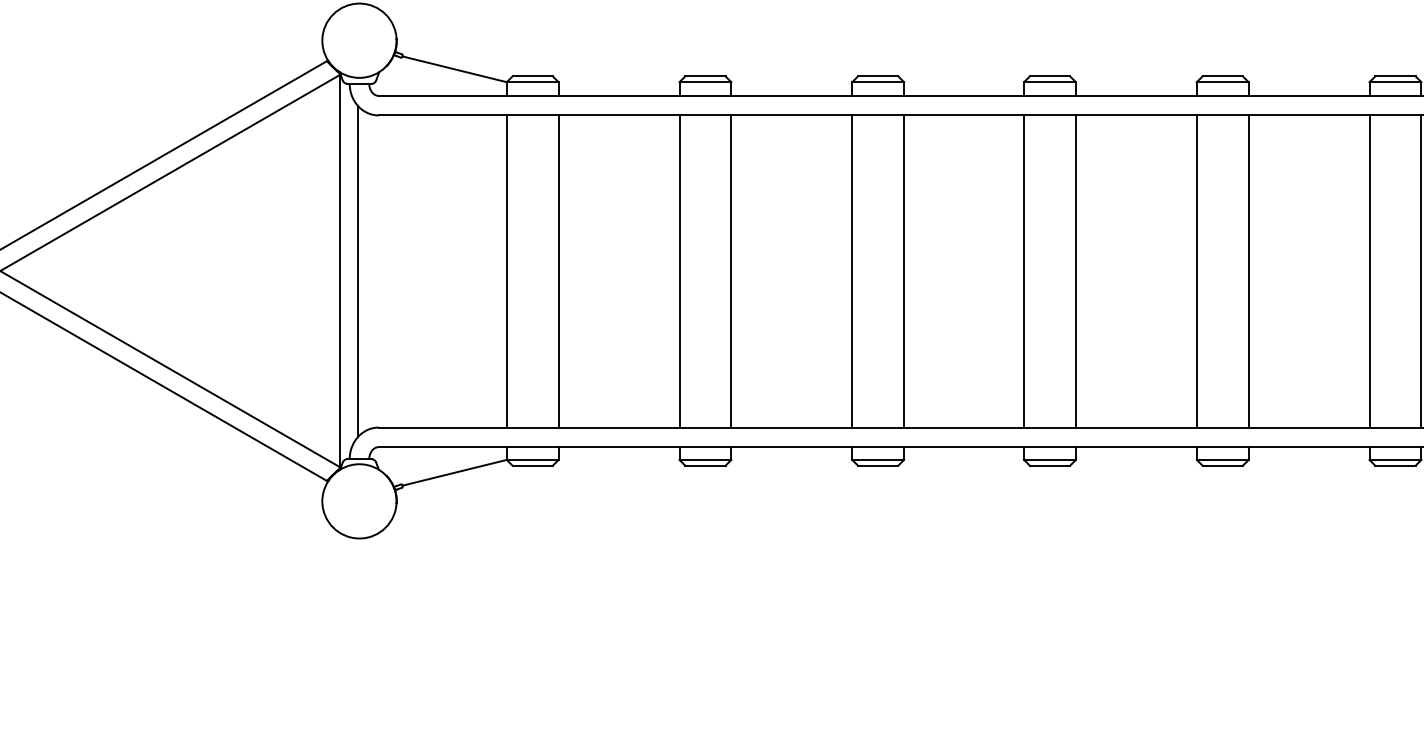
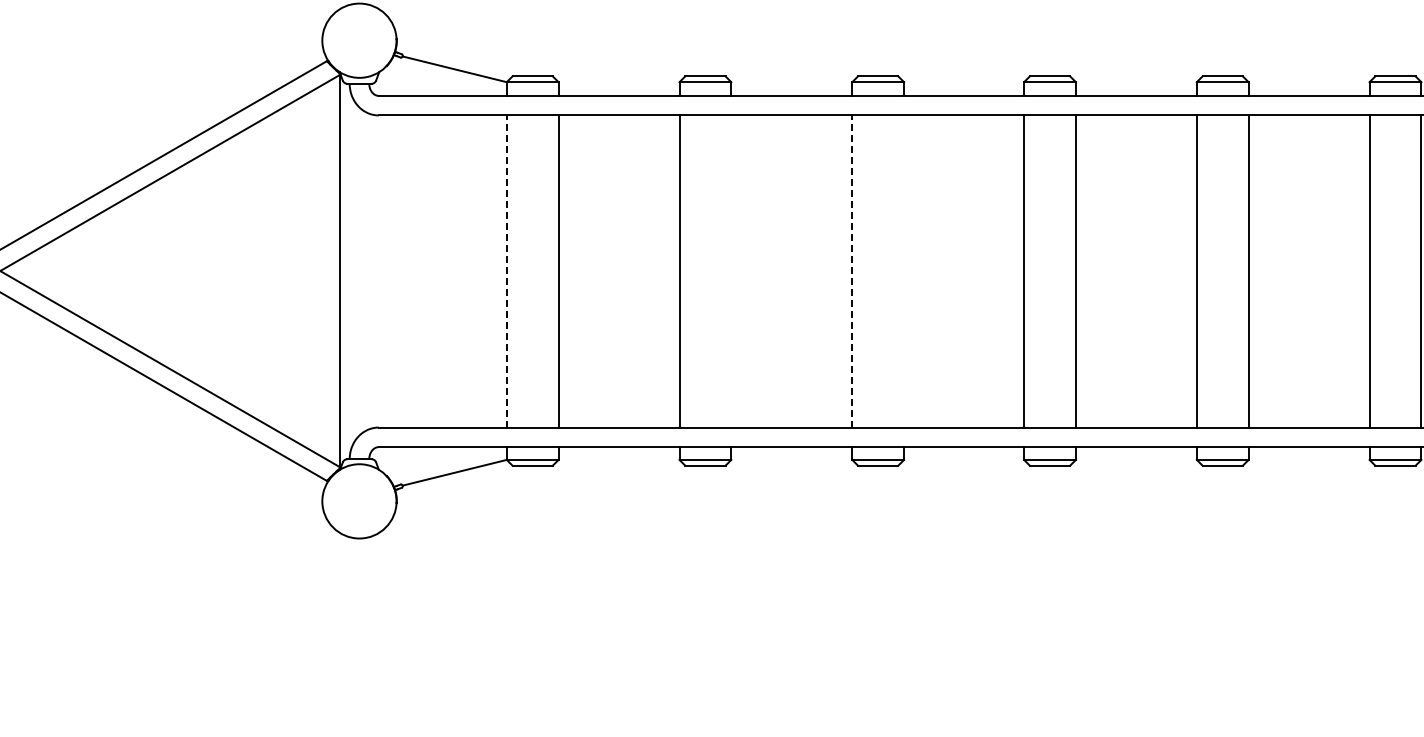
line at (358, 271): present -> none
line at (506, 271): solid -> dashed
line at (731, 271): present -> none
line at (852, 271): solid -> dashed
line at (904, 271): present -> none
